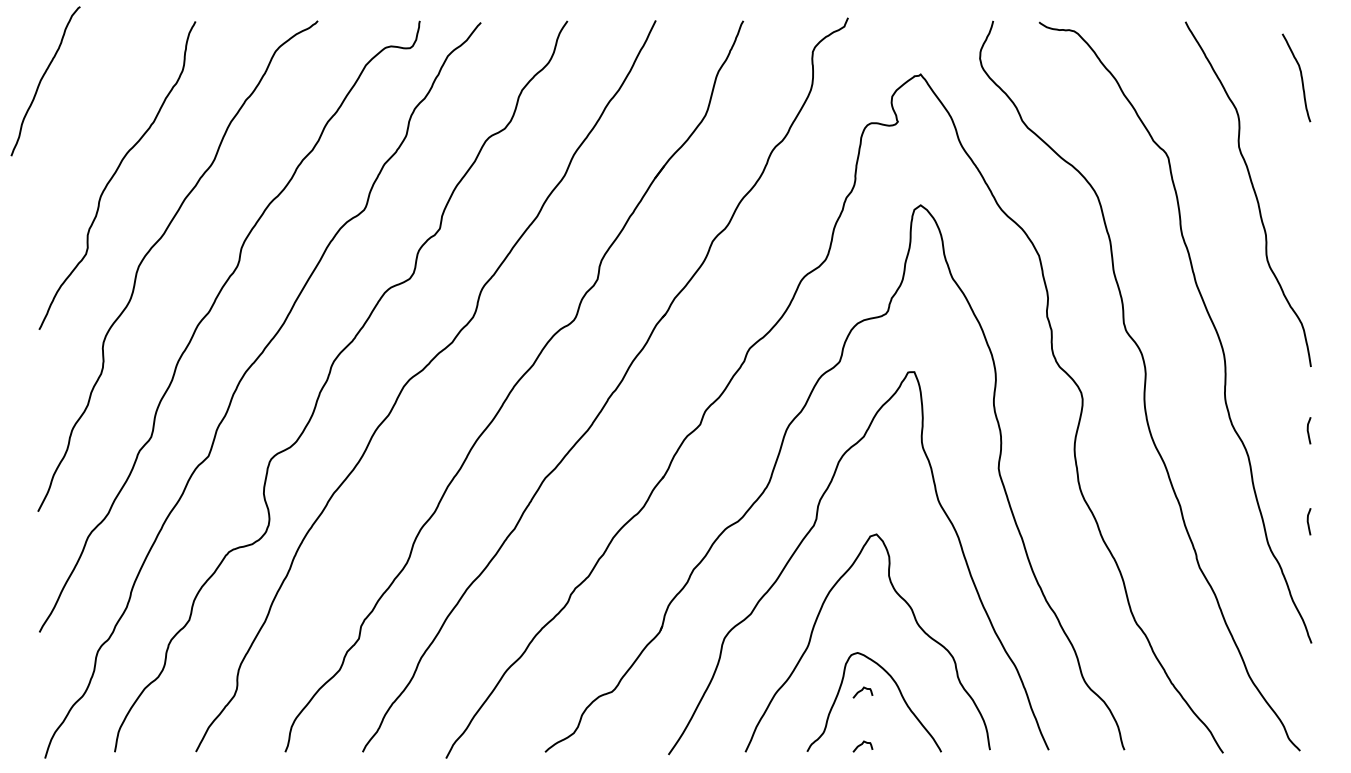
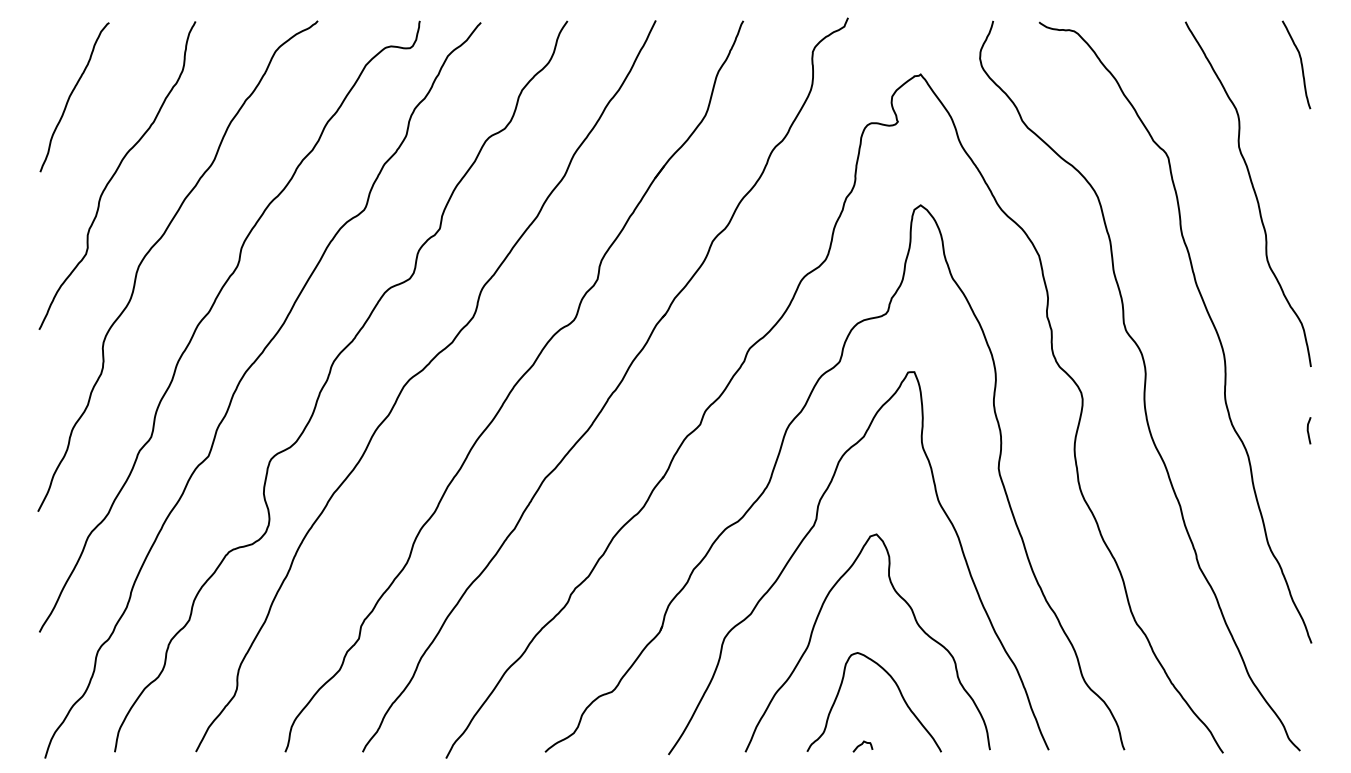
curve at (1300, 76) position: (1300, 76) -> (1300, 63)
curve at (42, 79) position: (42, 79) -> (71, 95)
curve at (1308, 521): present -> none
curve at (861, 691): present -> none
